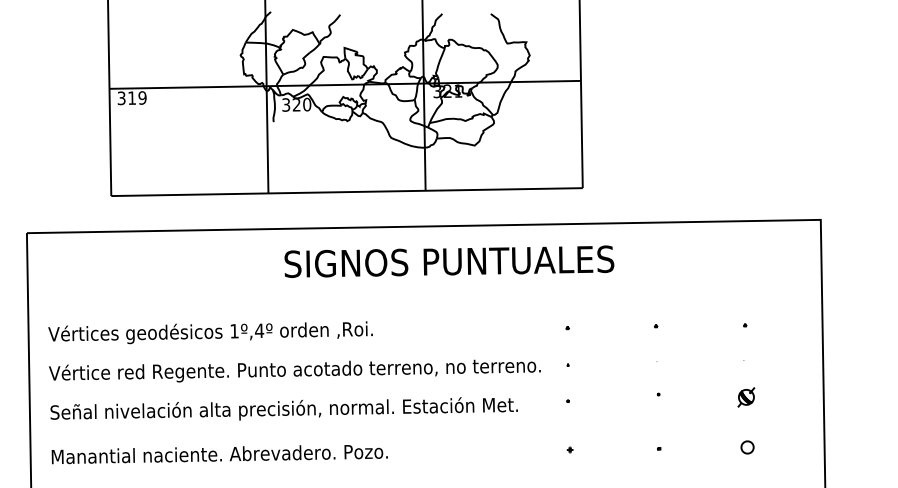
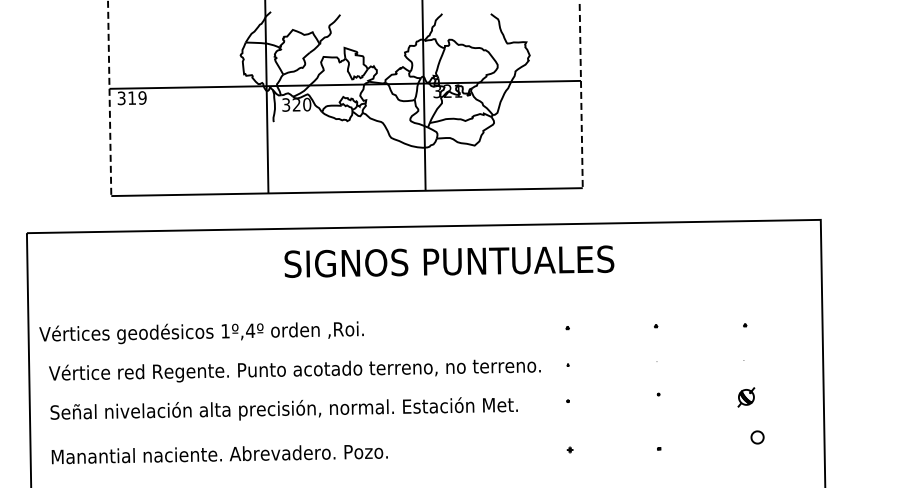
line at (581, 94): solid -> dashed
line at (109, 98): solid -> dashed
text at (210, 332) position: (210, 332) -> (201, 332)
part at (747, 447) position: (747, 447) -> (757, 437)
